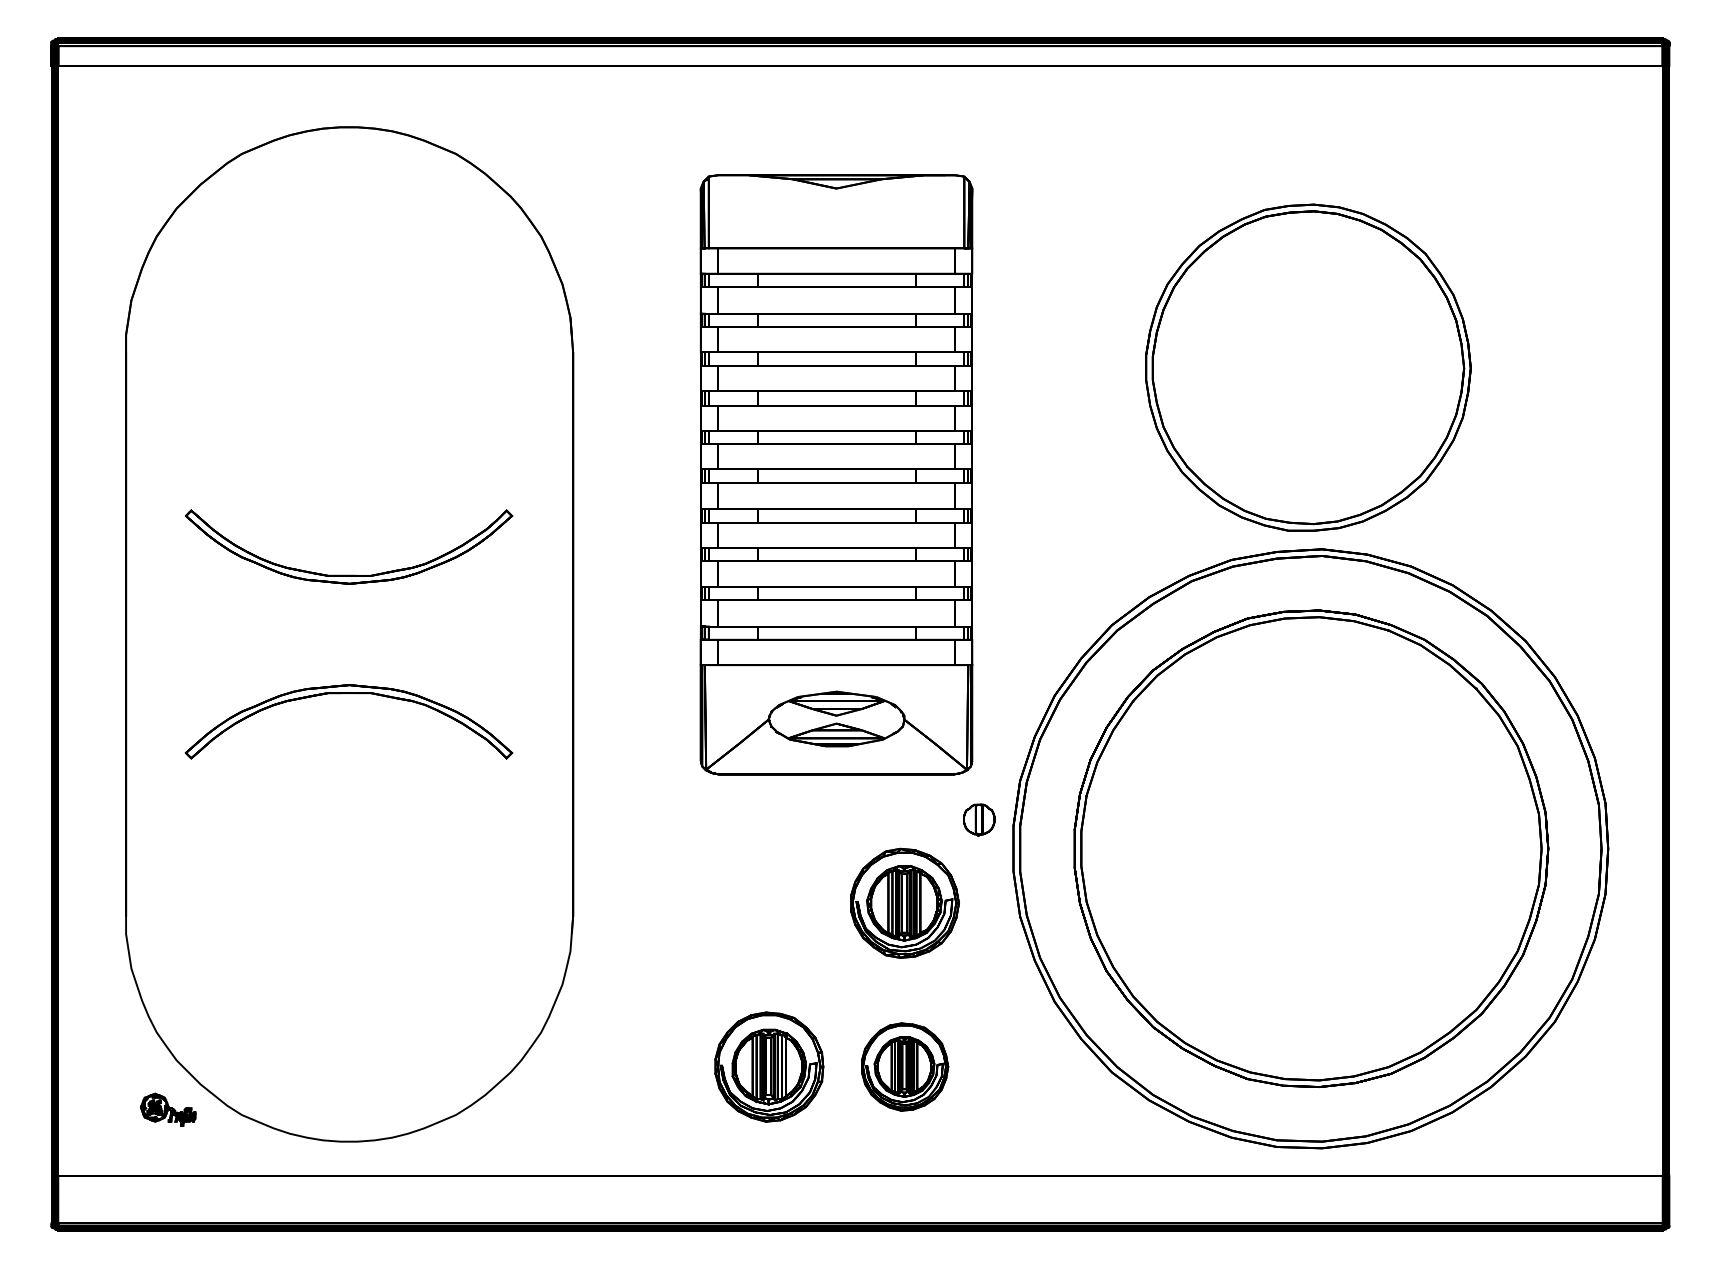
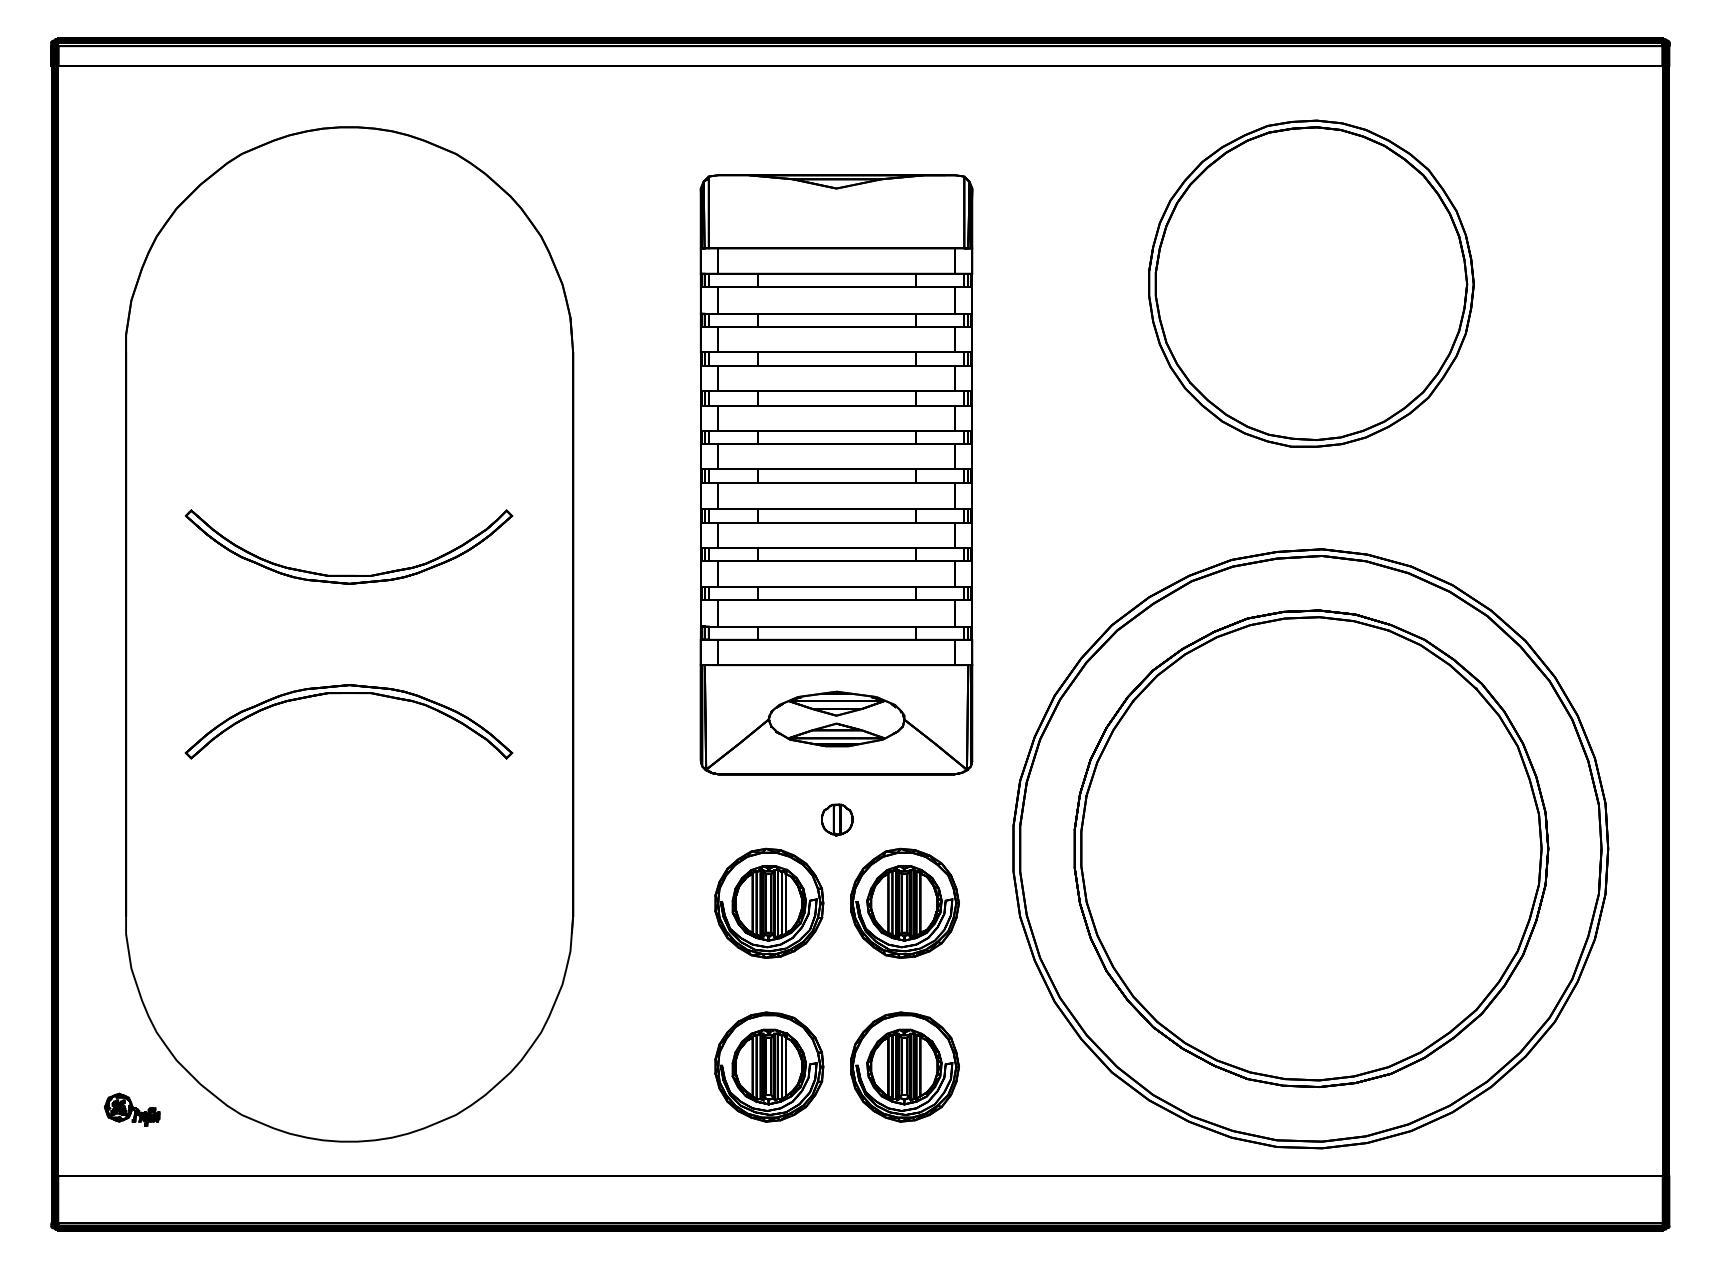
part at (1308, 367) position: (1308, 367) -> (1311, 283)
part at (979, 819) position: (979, 819) -> (837, 819)
part at (769, 902): none -> present
part at (905, 1066) size: 89x90 px -> 110x112 px
part at (168, 1109) position: (168, 1109) -> (132, 1109)
